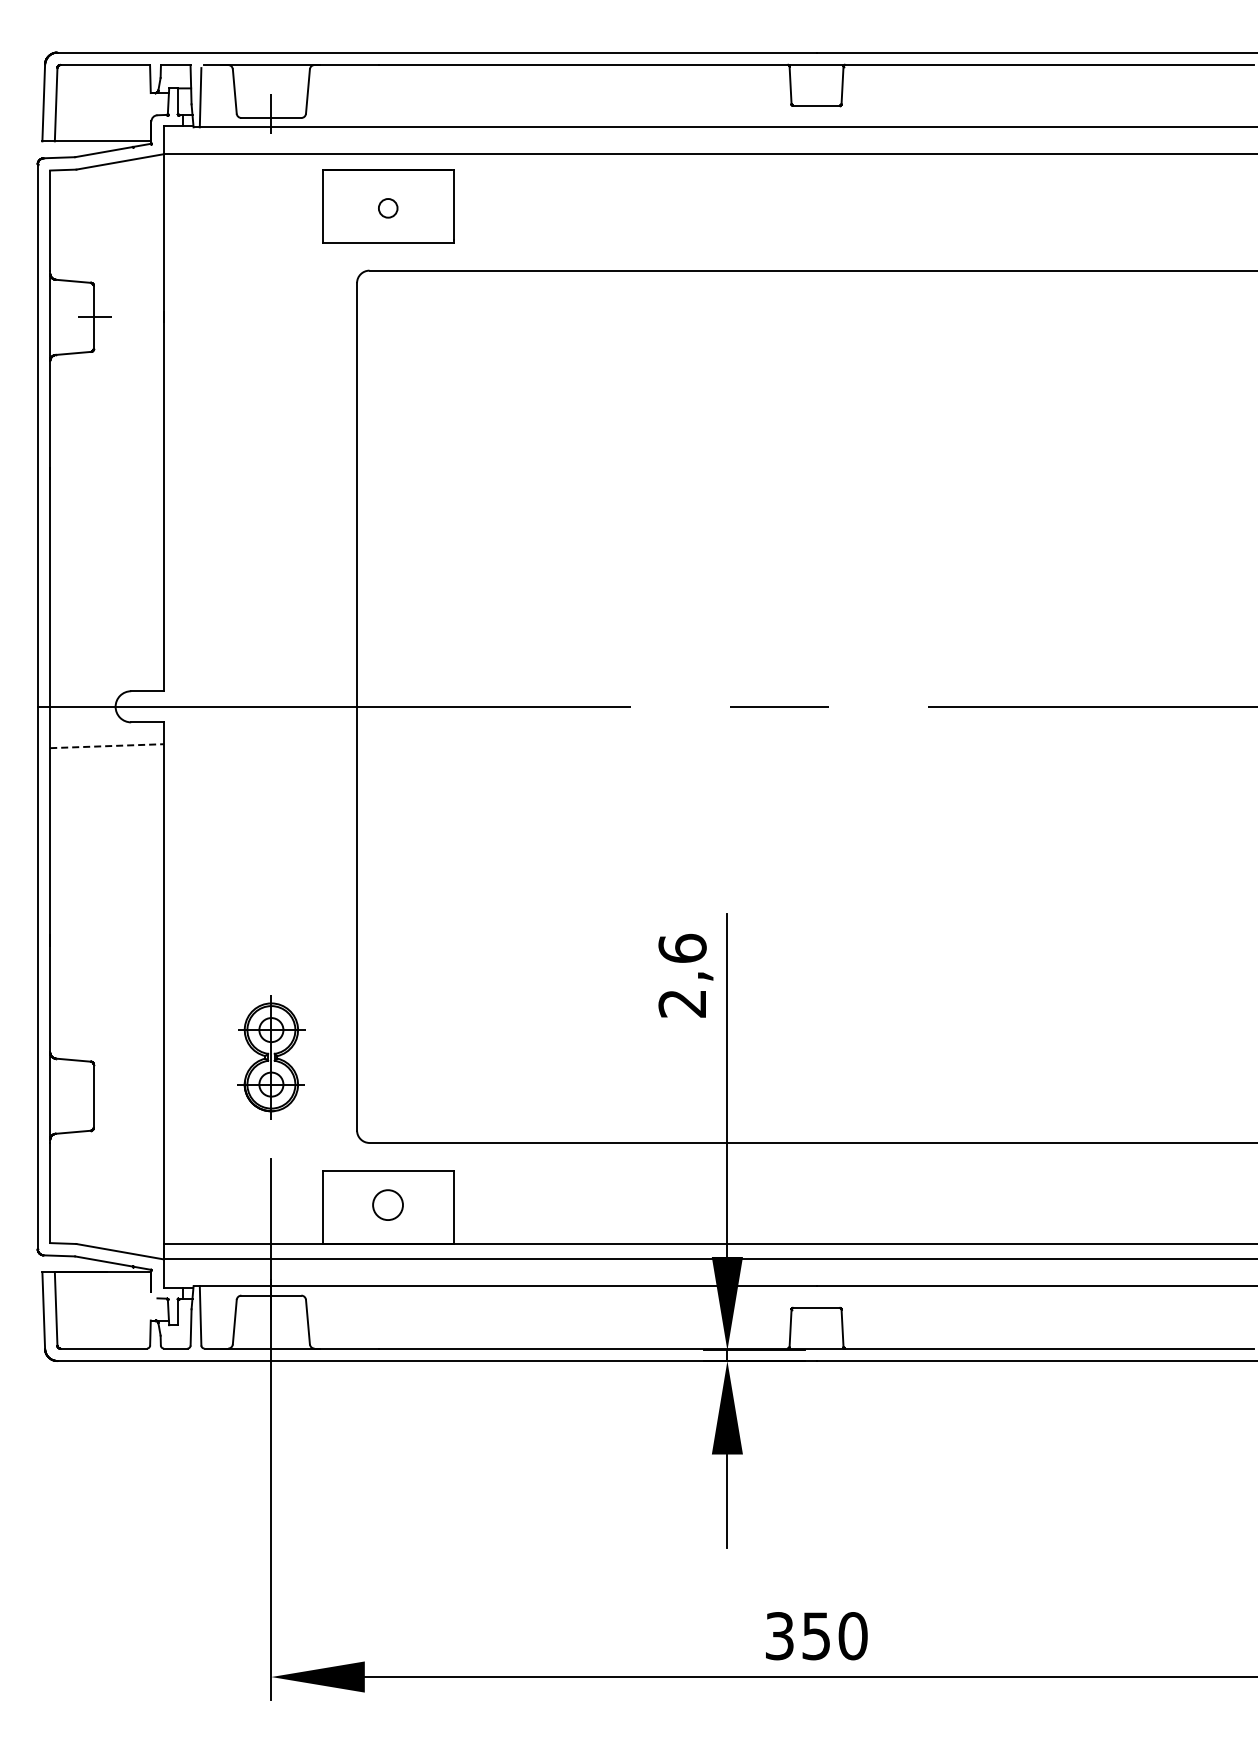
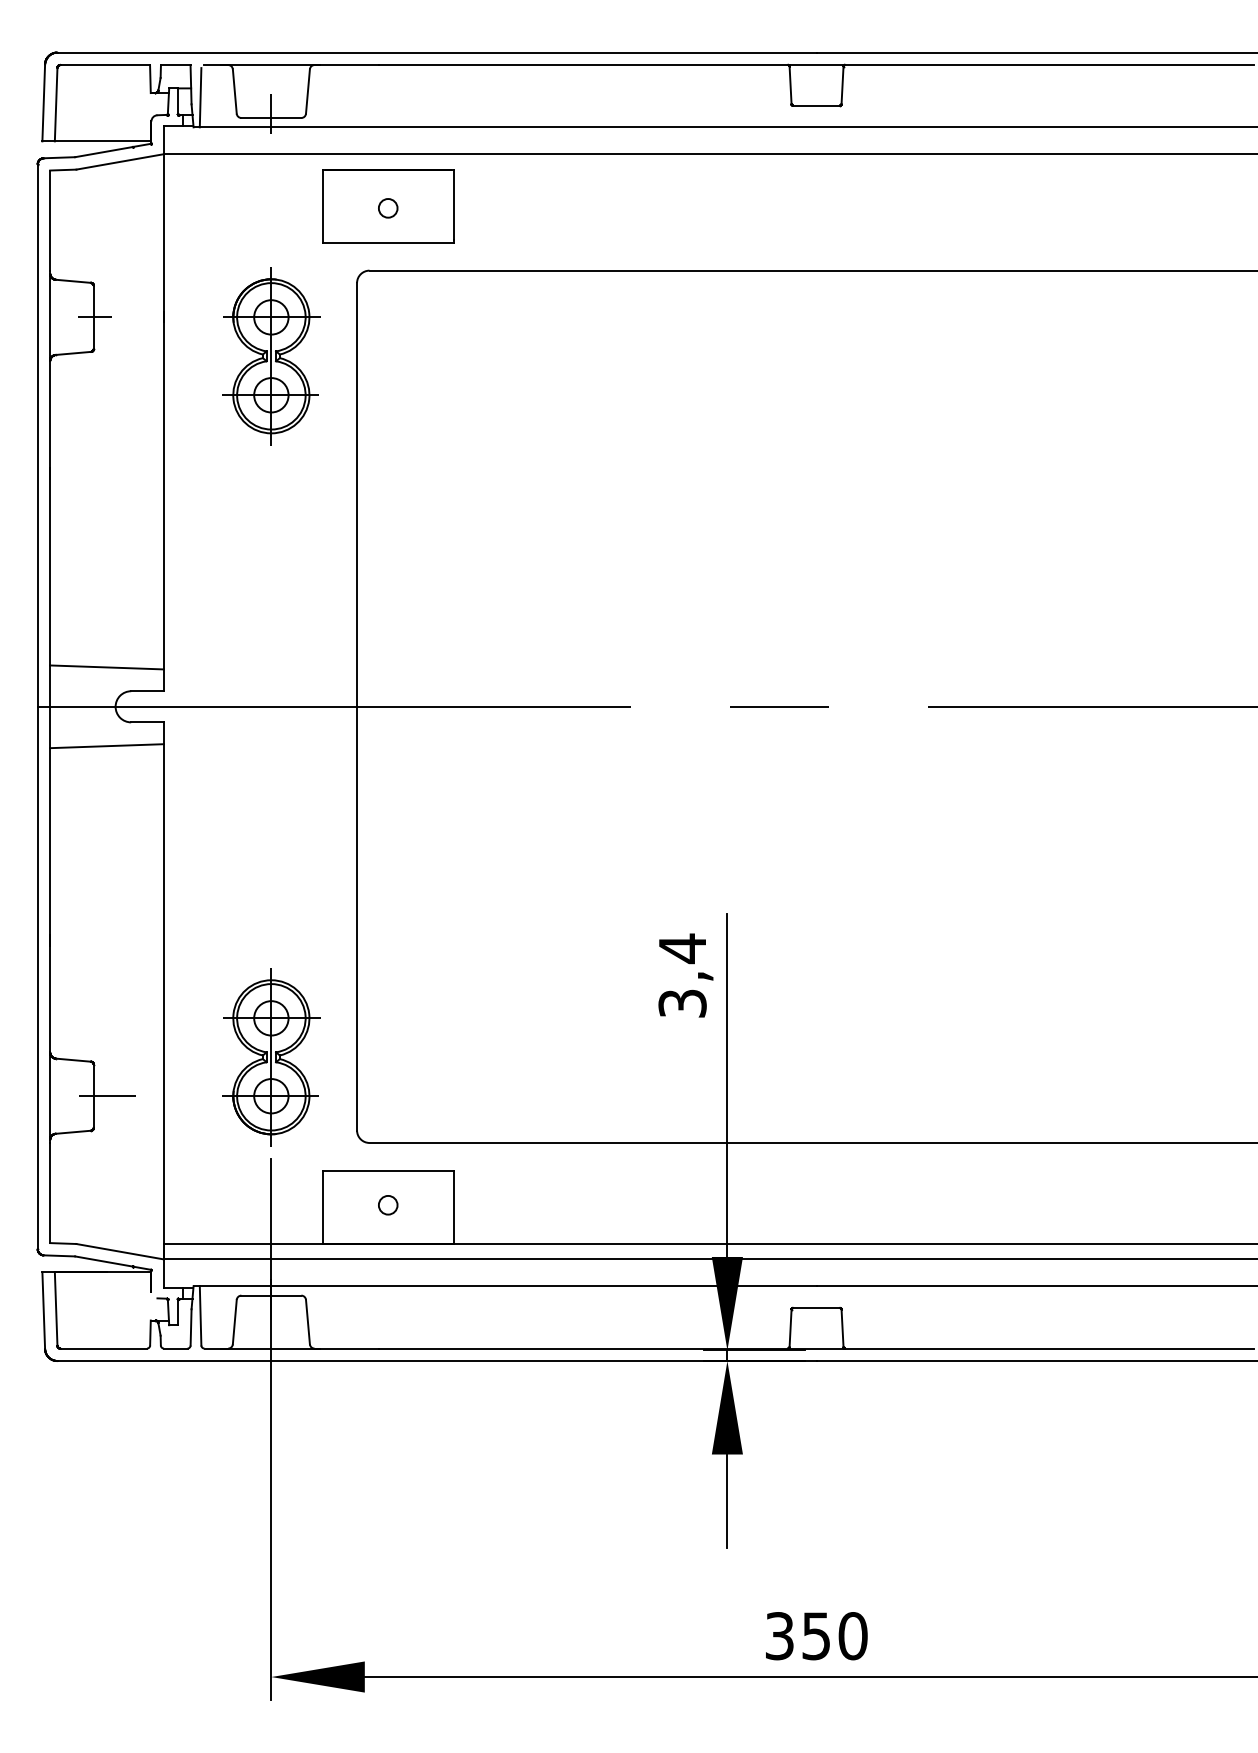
part at (271, 356): none -> present
line at (106, 667): none -> present
line at (107, 746): dashed -> solid
text at (682, 975): 2,6 -> 3,4
part at (271, 1057) size: 69x125 px -> 99x179 px
line at (107, 1096): none -> present
circle at (387, 1204) size: 32x32 px -> 21x21 px
